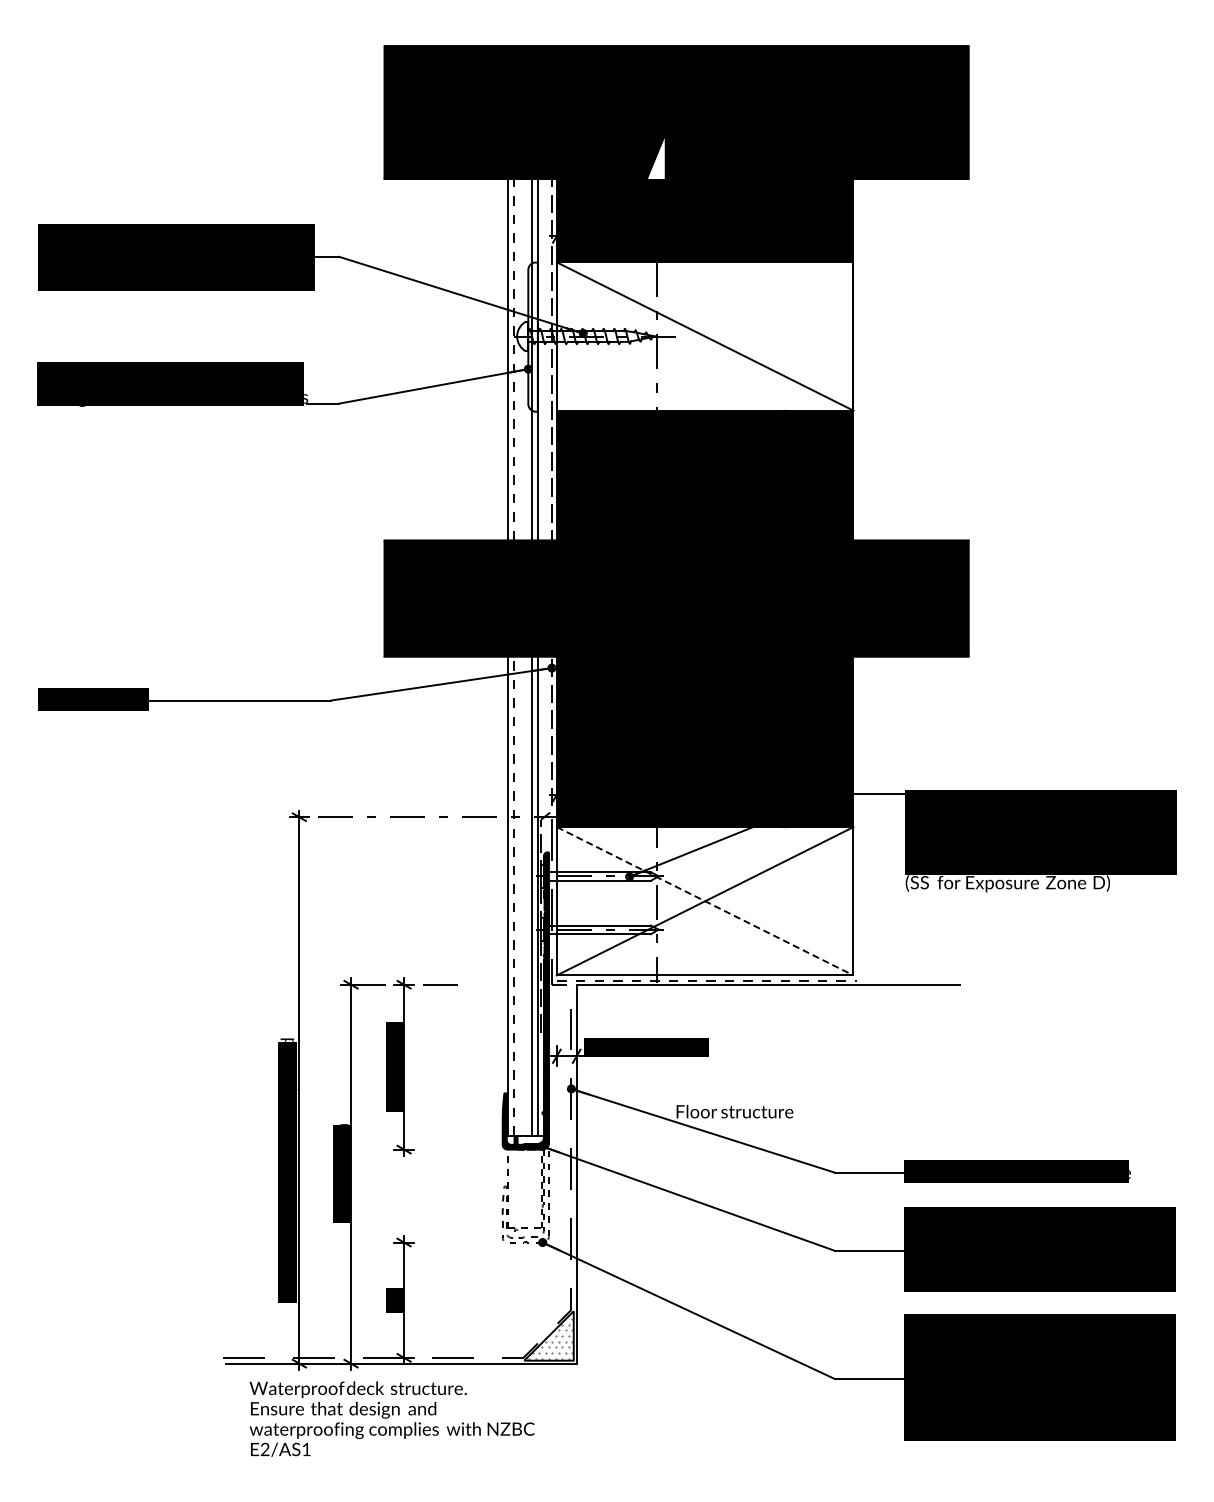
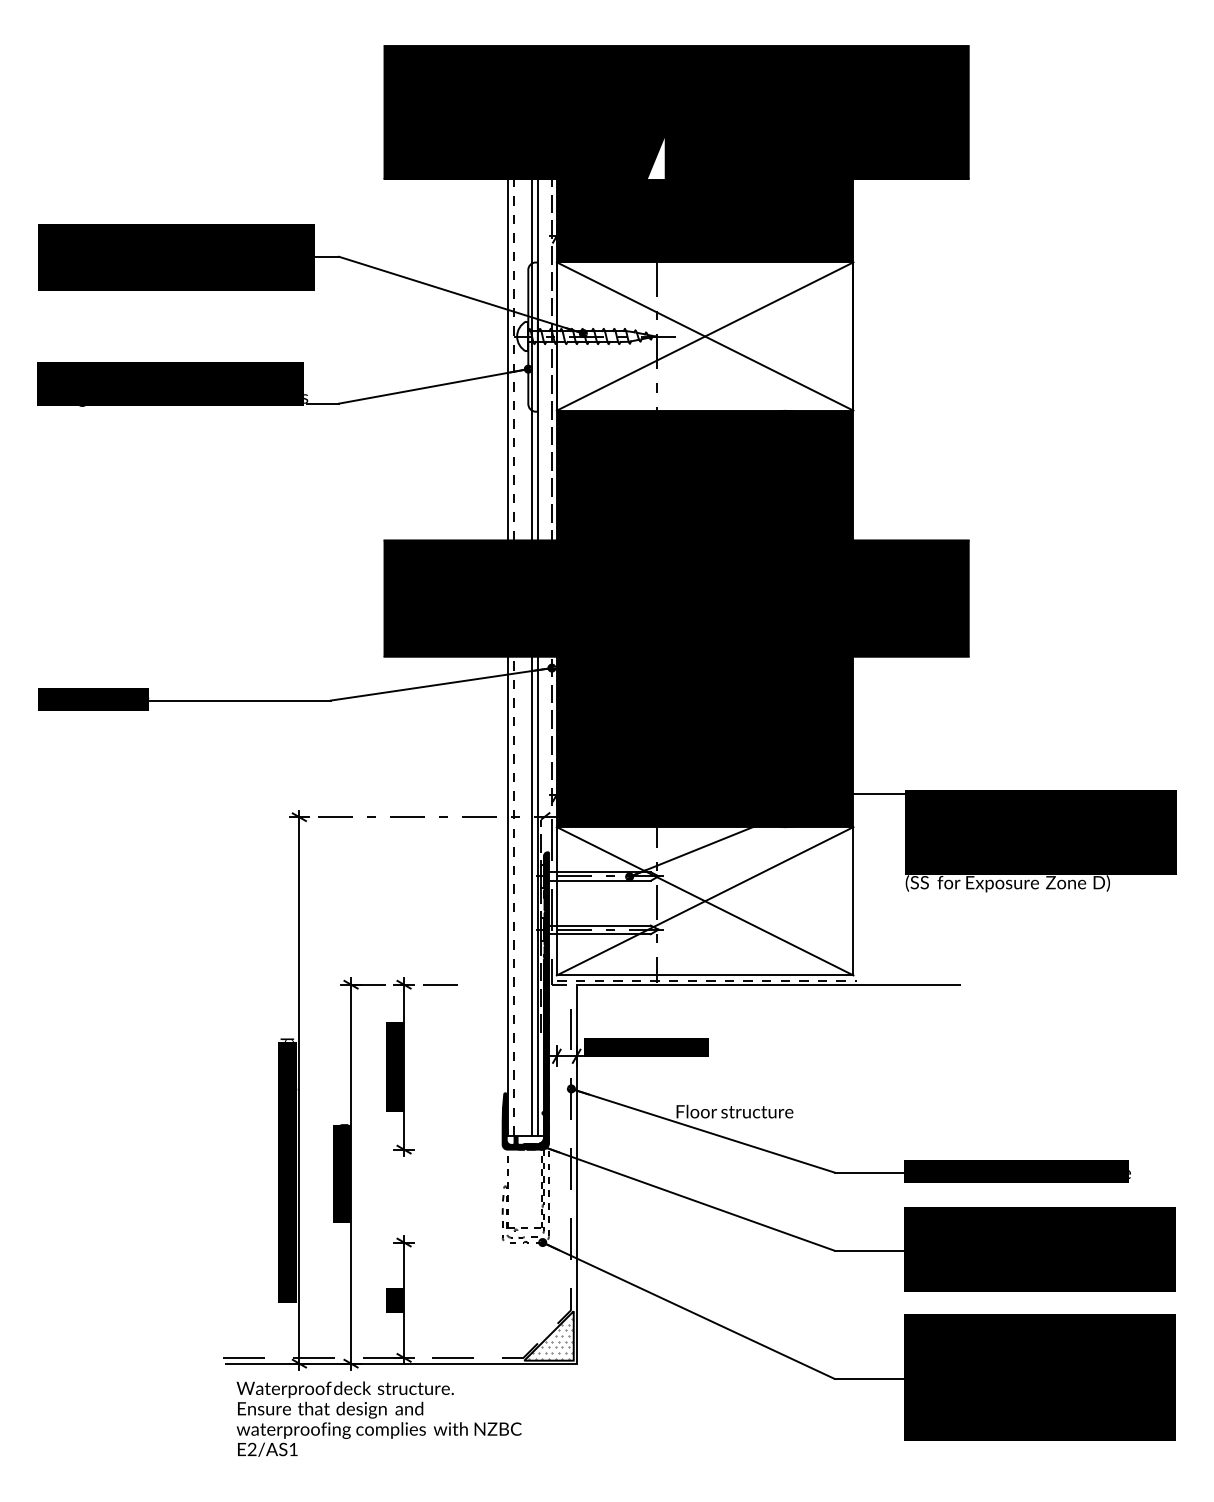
line at (704, 336): none -> present
line at (705, 901): dashed -> solid
text at (391, 1418) position: (391, 1418) -> (378, 1418)
